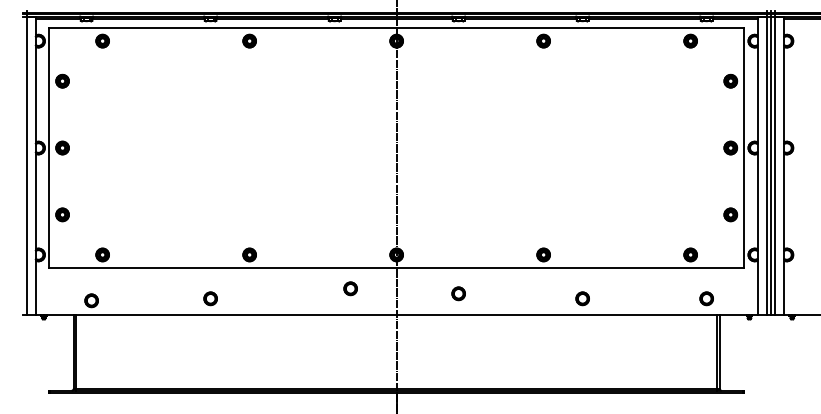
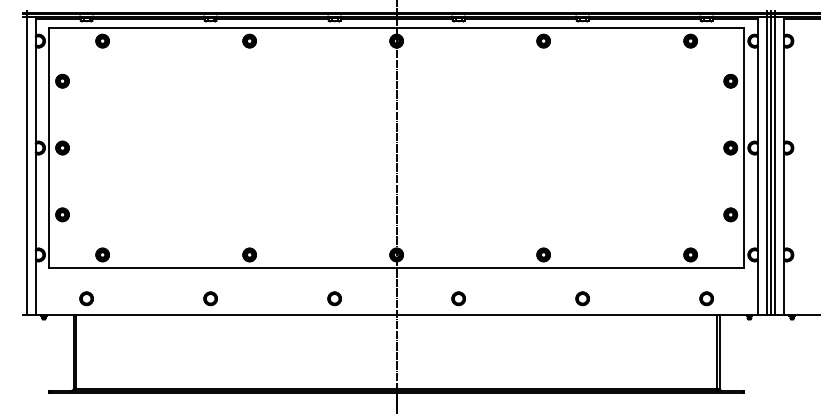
part at (350, 288) position: (350, 288) -> (334, 298)
part at (458, 293) position: (458, 293) -> (458, 298)
part at (91, 300) position: (91, 300) -> (86, 298)
